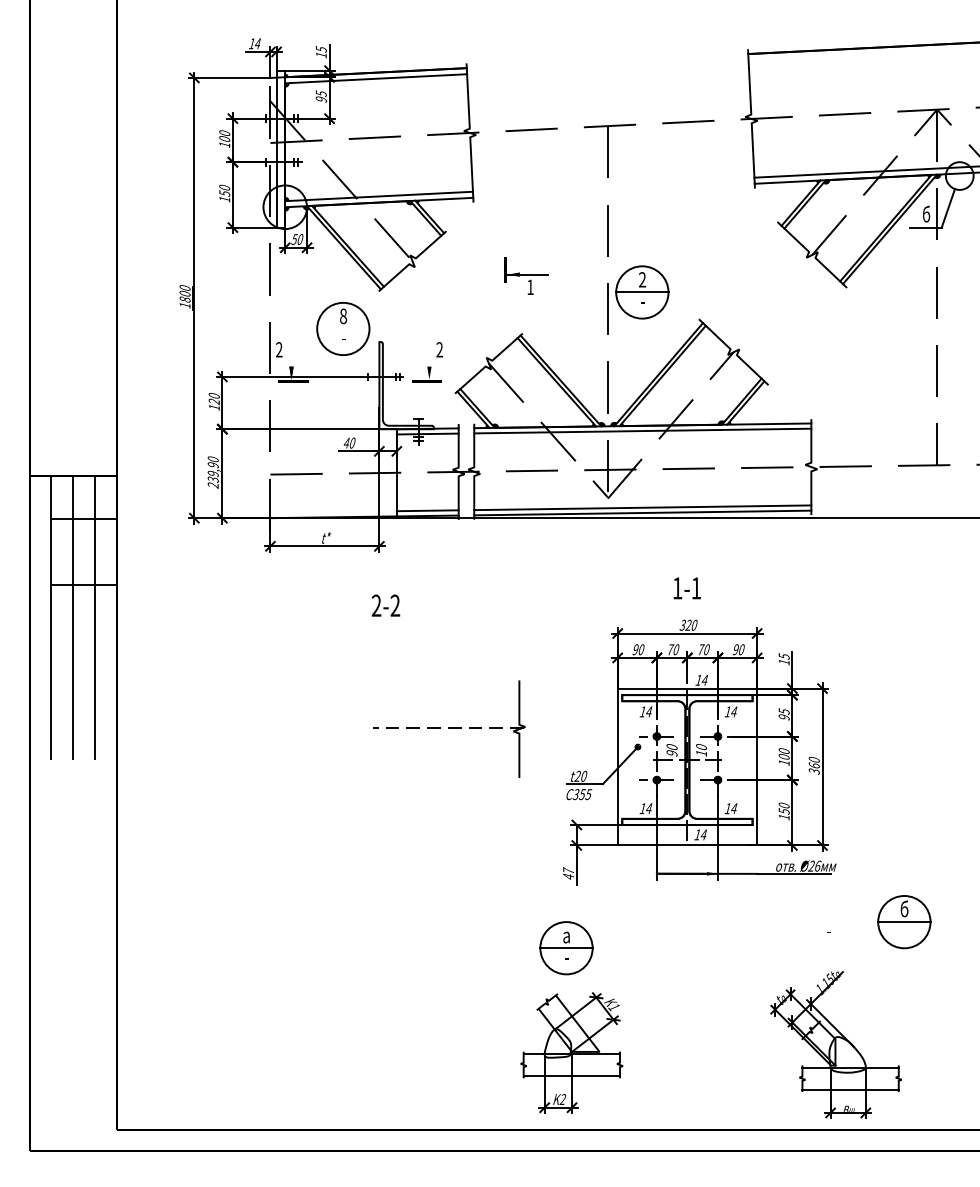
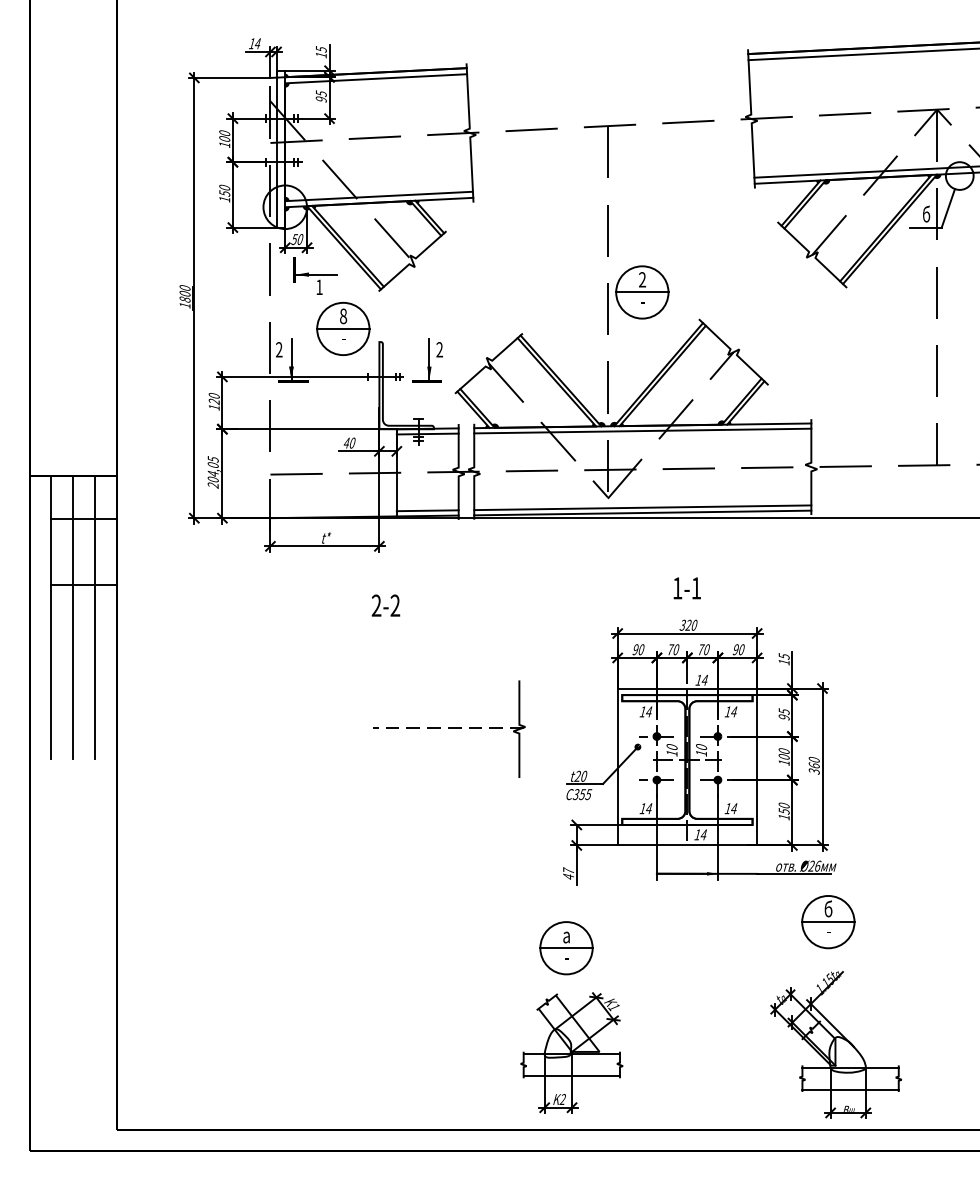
line at (862, 54): none -> present
part at (526, 275) position: (526, 275) -> (315, 275)
line at (343, 328): none -> present
line at (291, 359): none -> present
line at (429, 359): none -> present
text at (212, 469): 239,90 -> 204,05
text at (671, 753): 90 -> 10
part at (904, 922) position: (904, 922) -> (828, 922)
